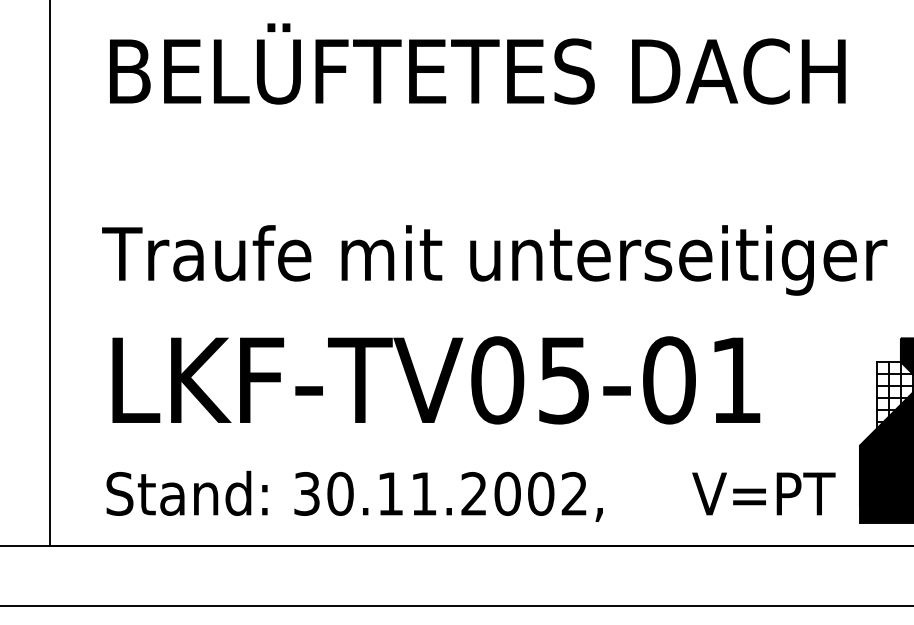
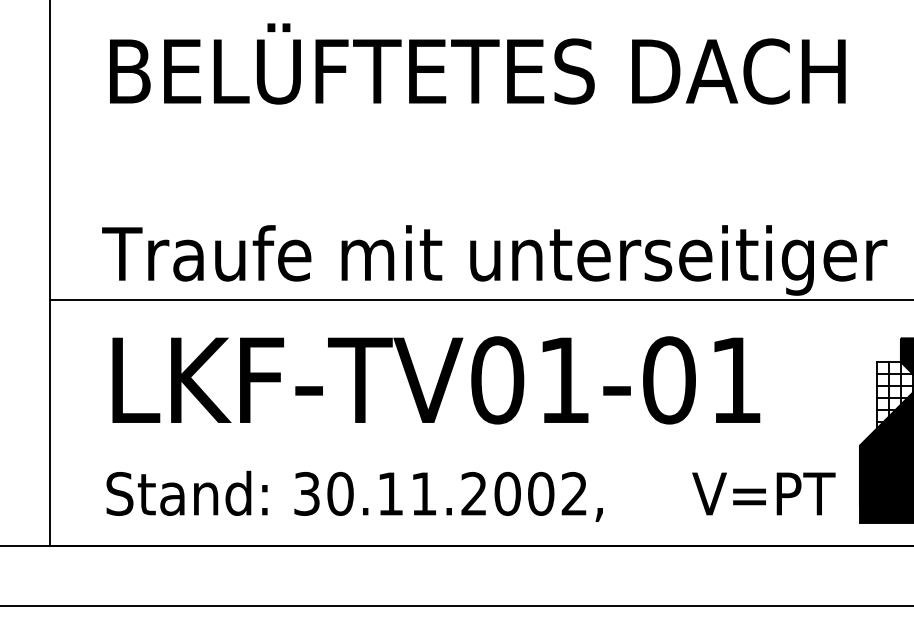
line at (480, 299): none -> present
text at (563, 380): LKF-TV05-01 -> LKF-TV01-01
